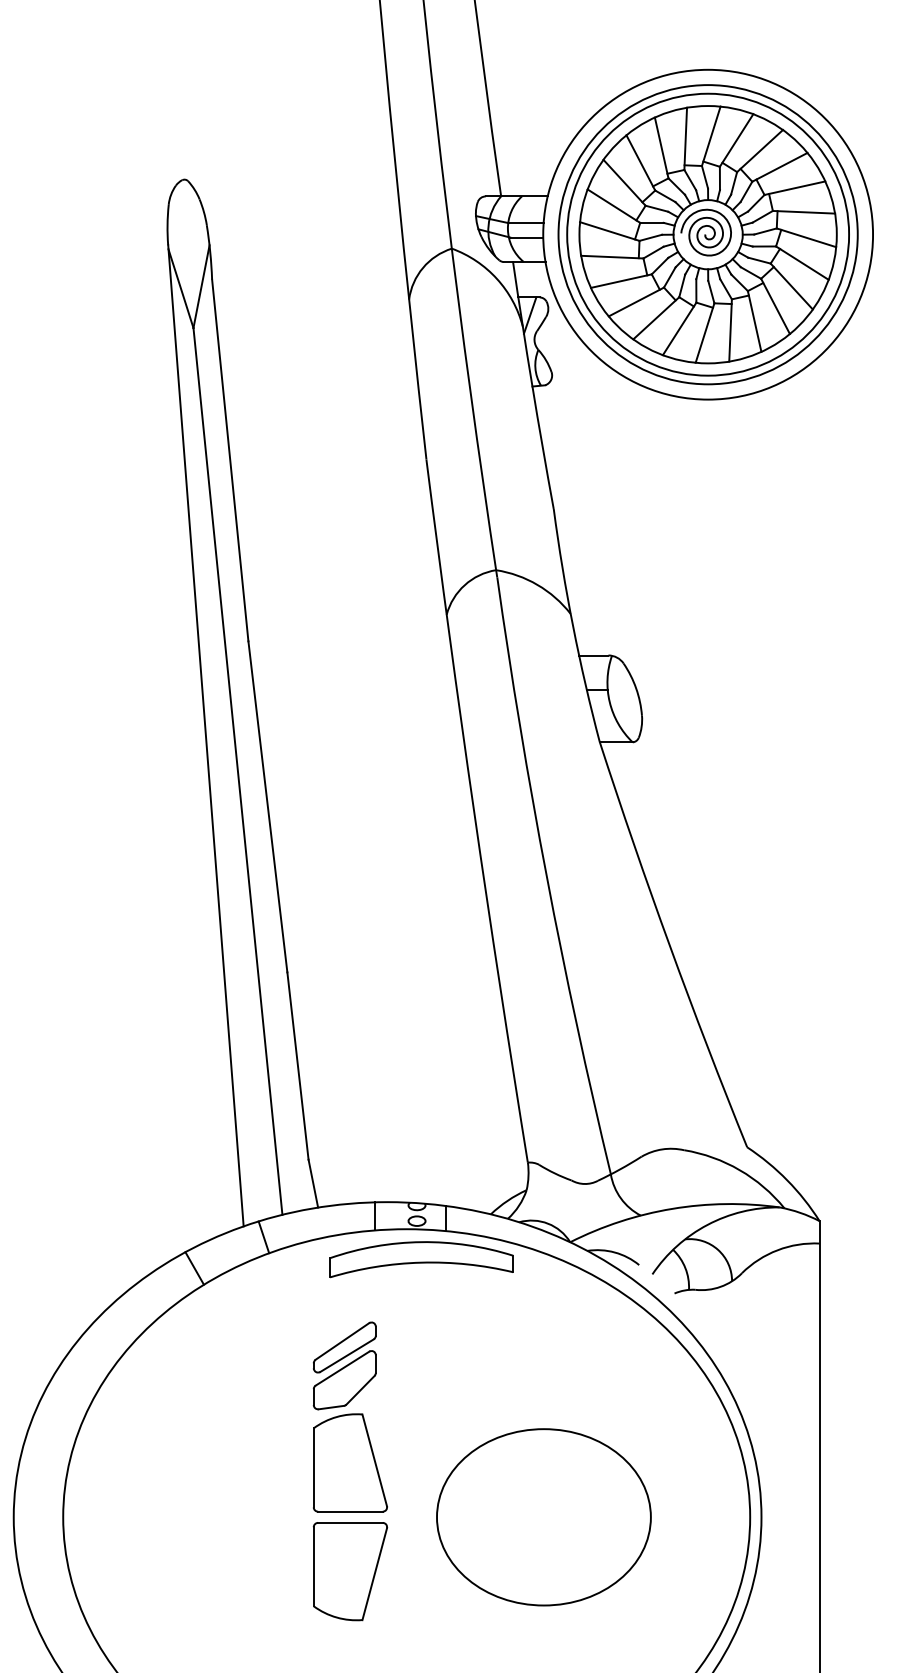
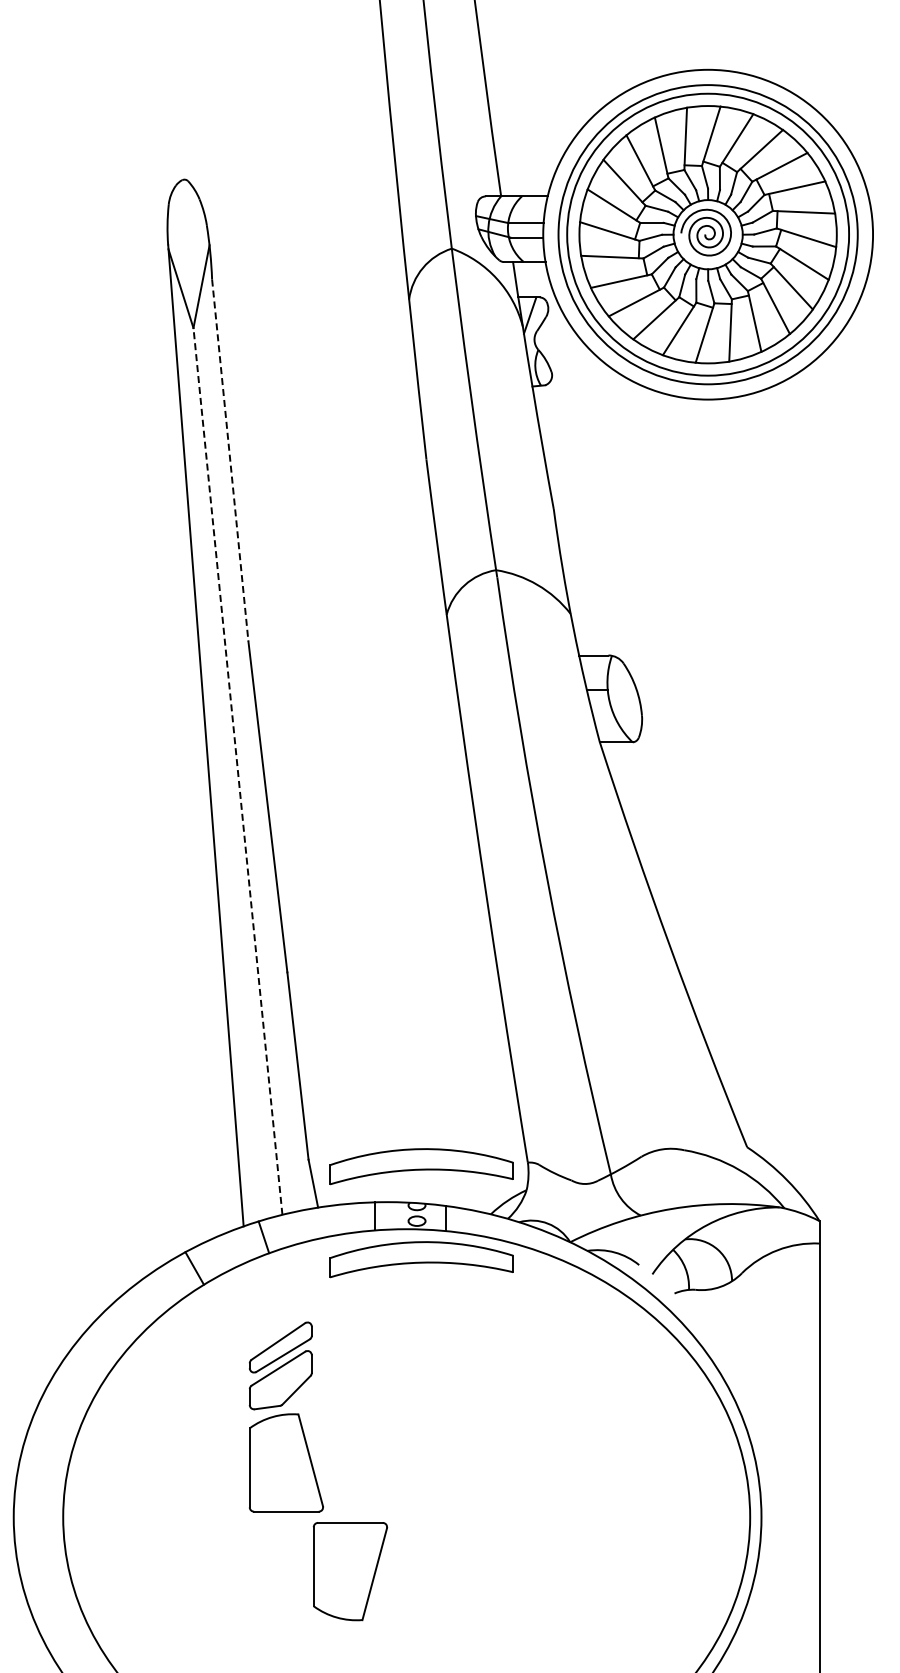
line at (230, 460): solid -> dashed
line at (237, 771): solid -> dashed
part at (421, 1166): none -> present
part at (349, 1416) position: (349, 1416) -> (285, 1416)
part at (543, 1517): present -> none
